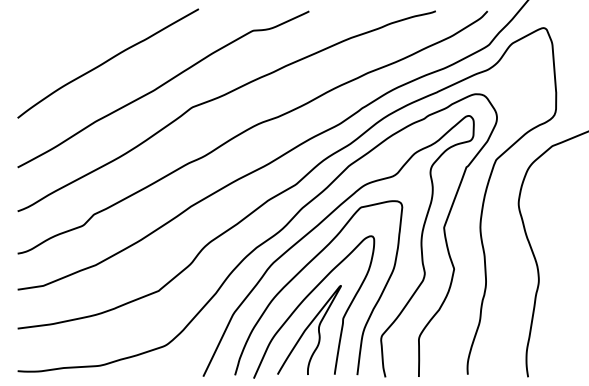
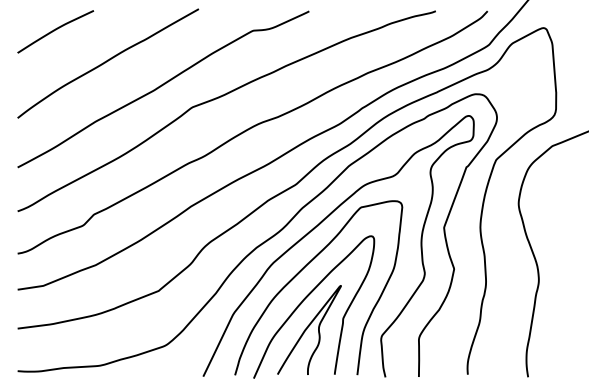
curve at (55, 30): none -> present
